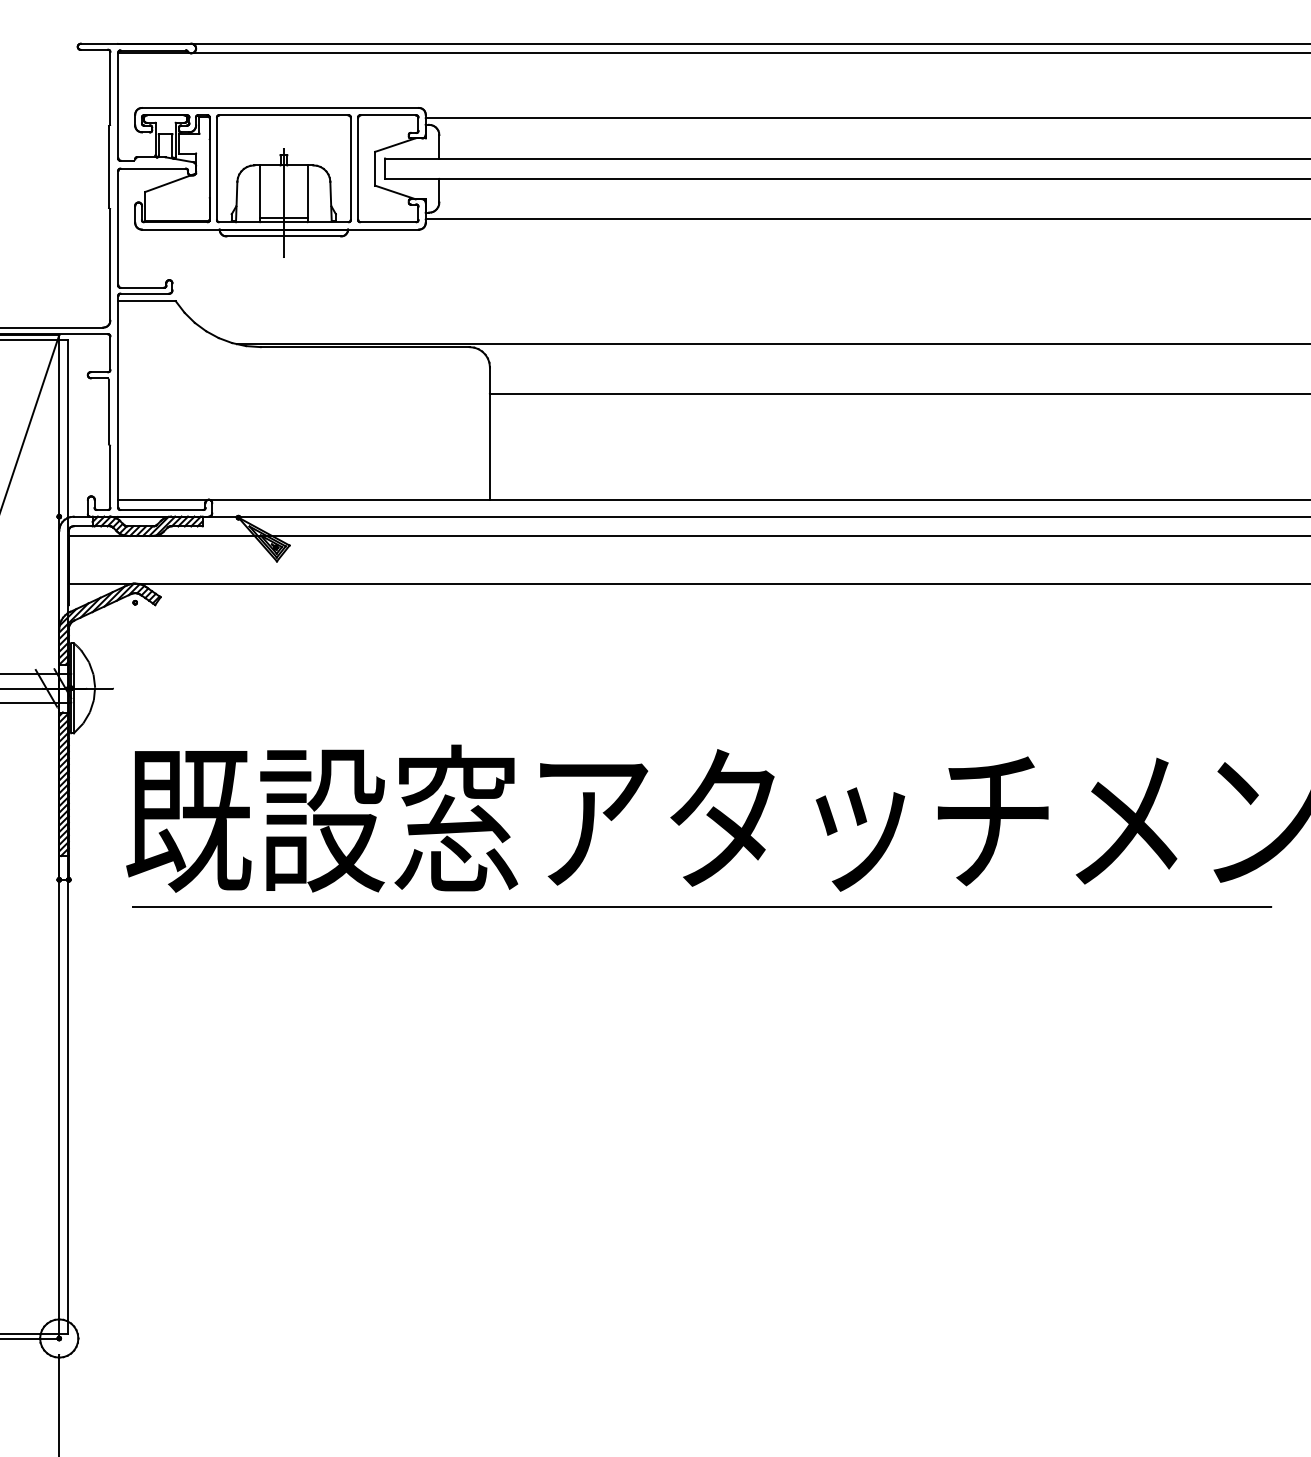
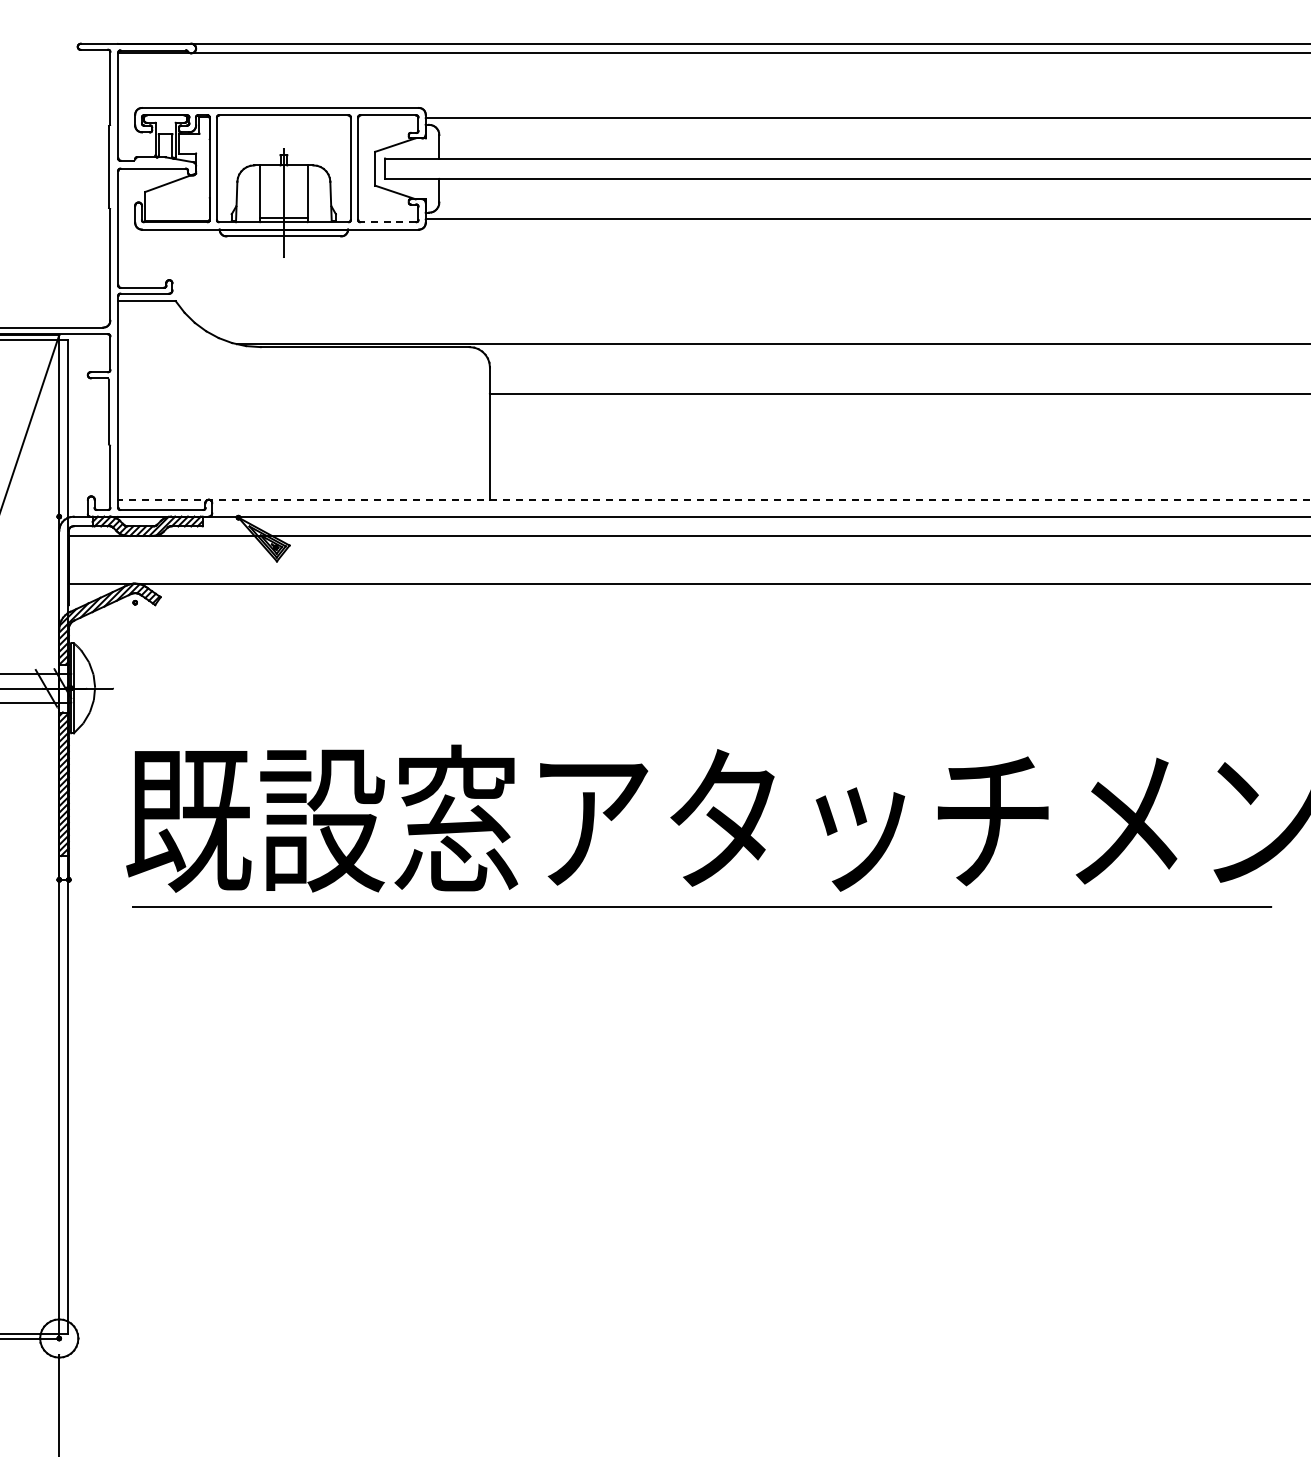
line at (387, 222): solid -> dashed
line at (714, 499): solid -> dashed
